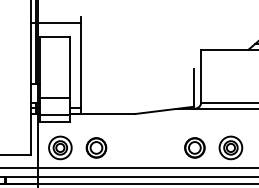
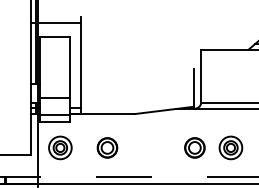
part at (96, 147) position: (96, 147) -> (107, 147)
line at (128, 167): present -> none
line at (129, 177): solid -> dashed
